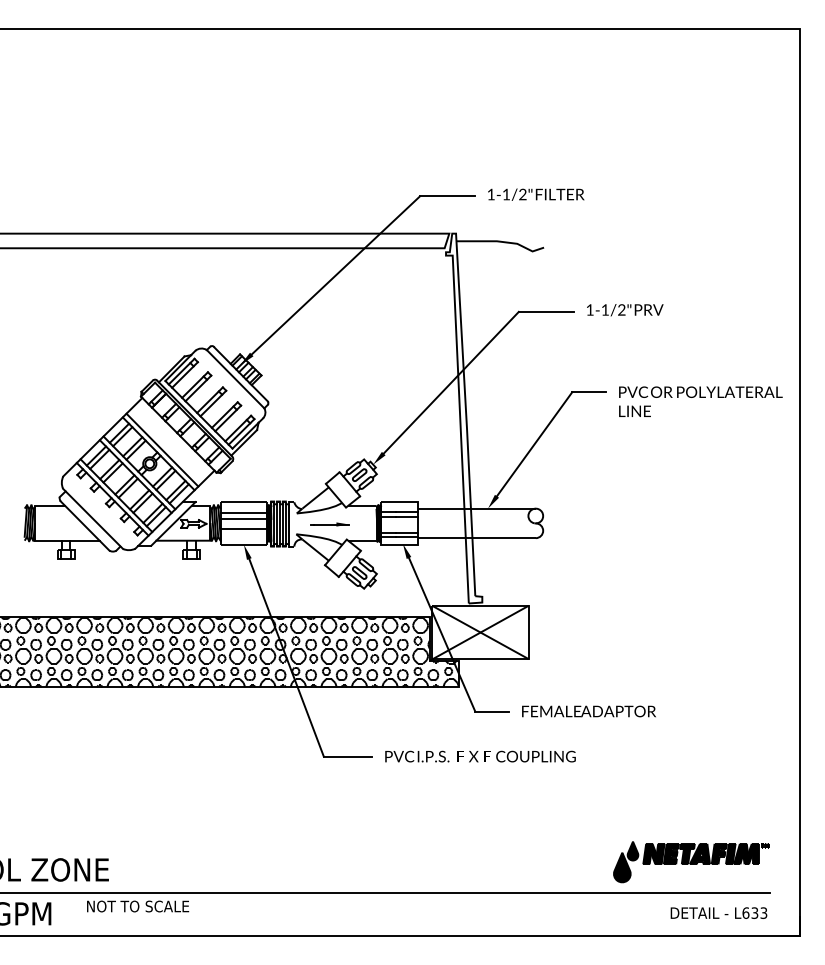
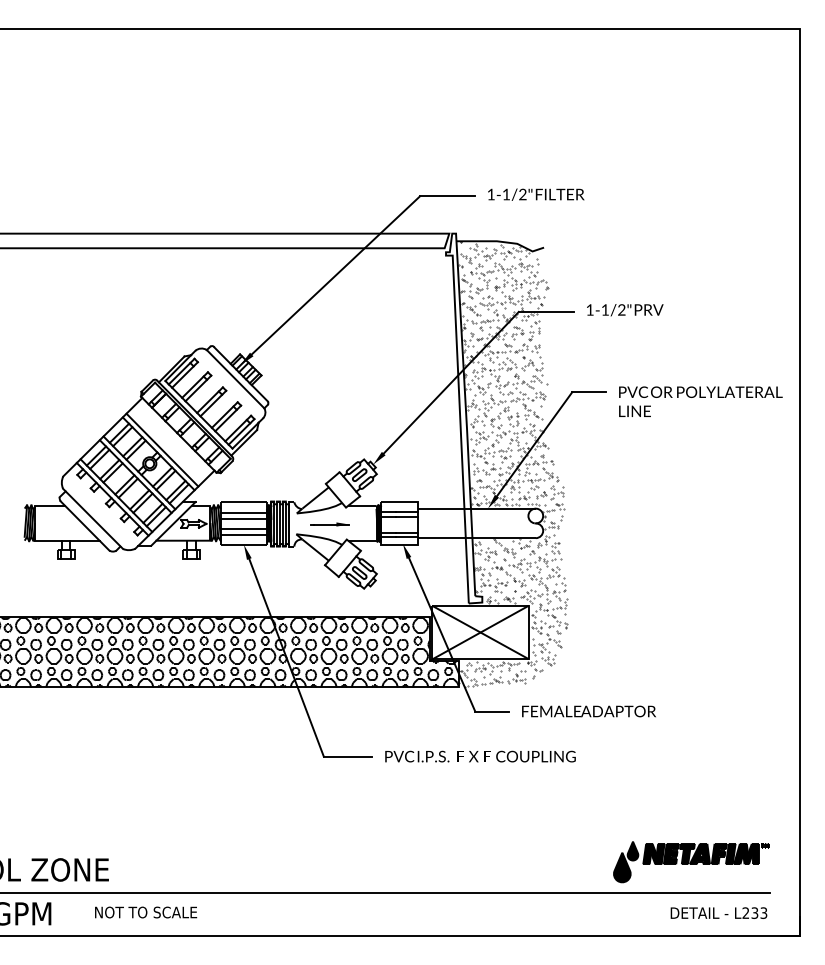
hatch at (512, 463): none -> present
line at (243, 534): none -> present
text at (138, 906) position: (138, 906) -> (146, 912)
text at (745, 912): L633 -> L233
